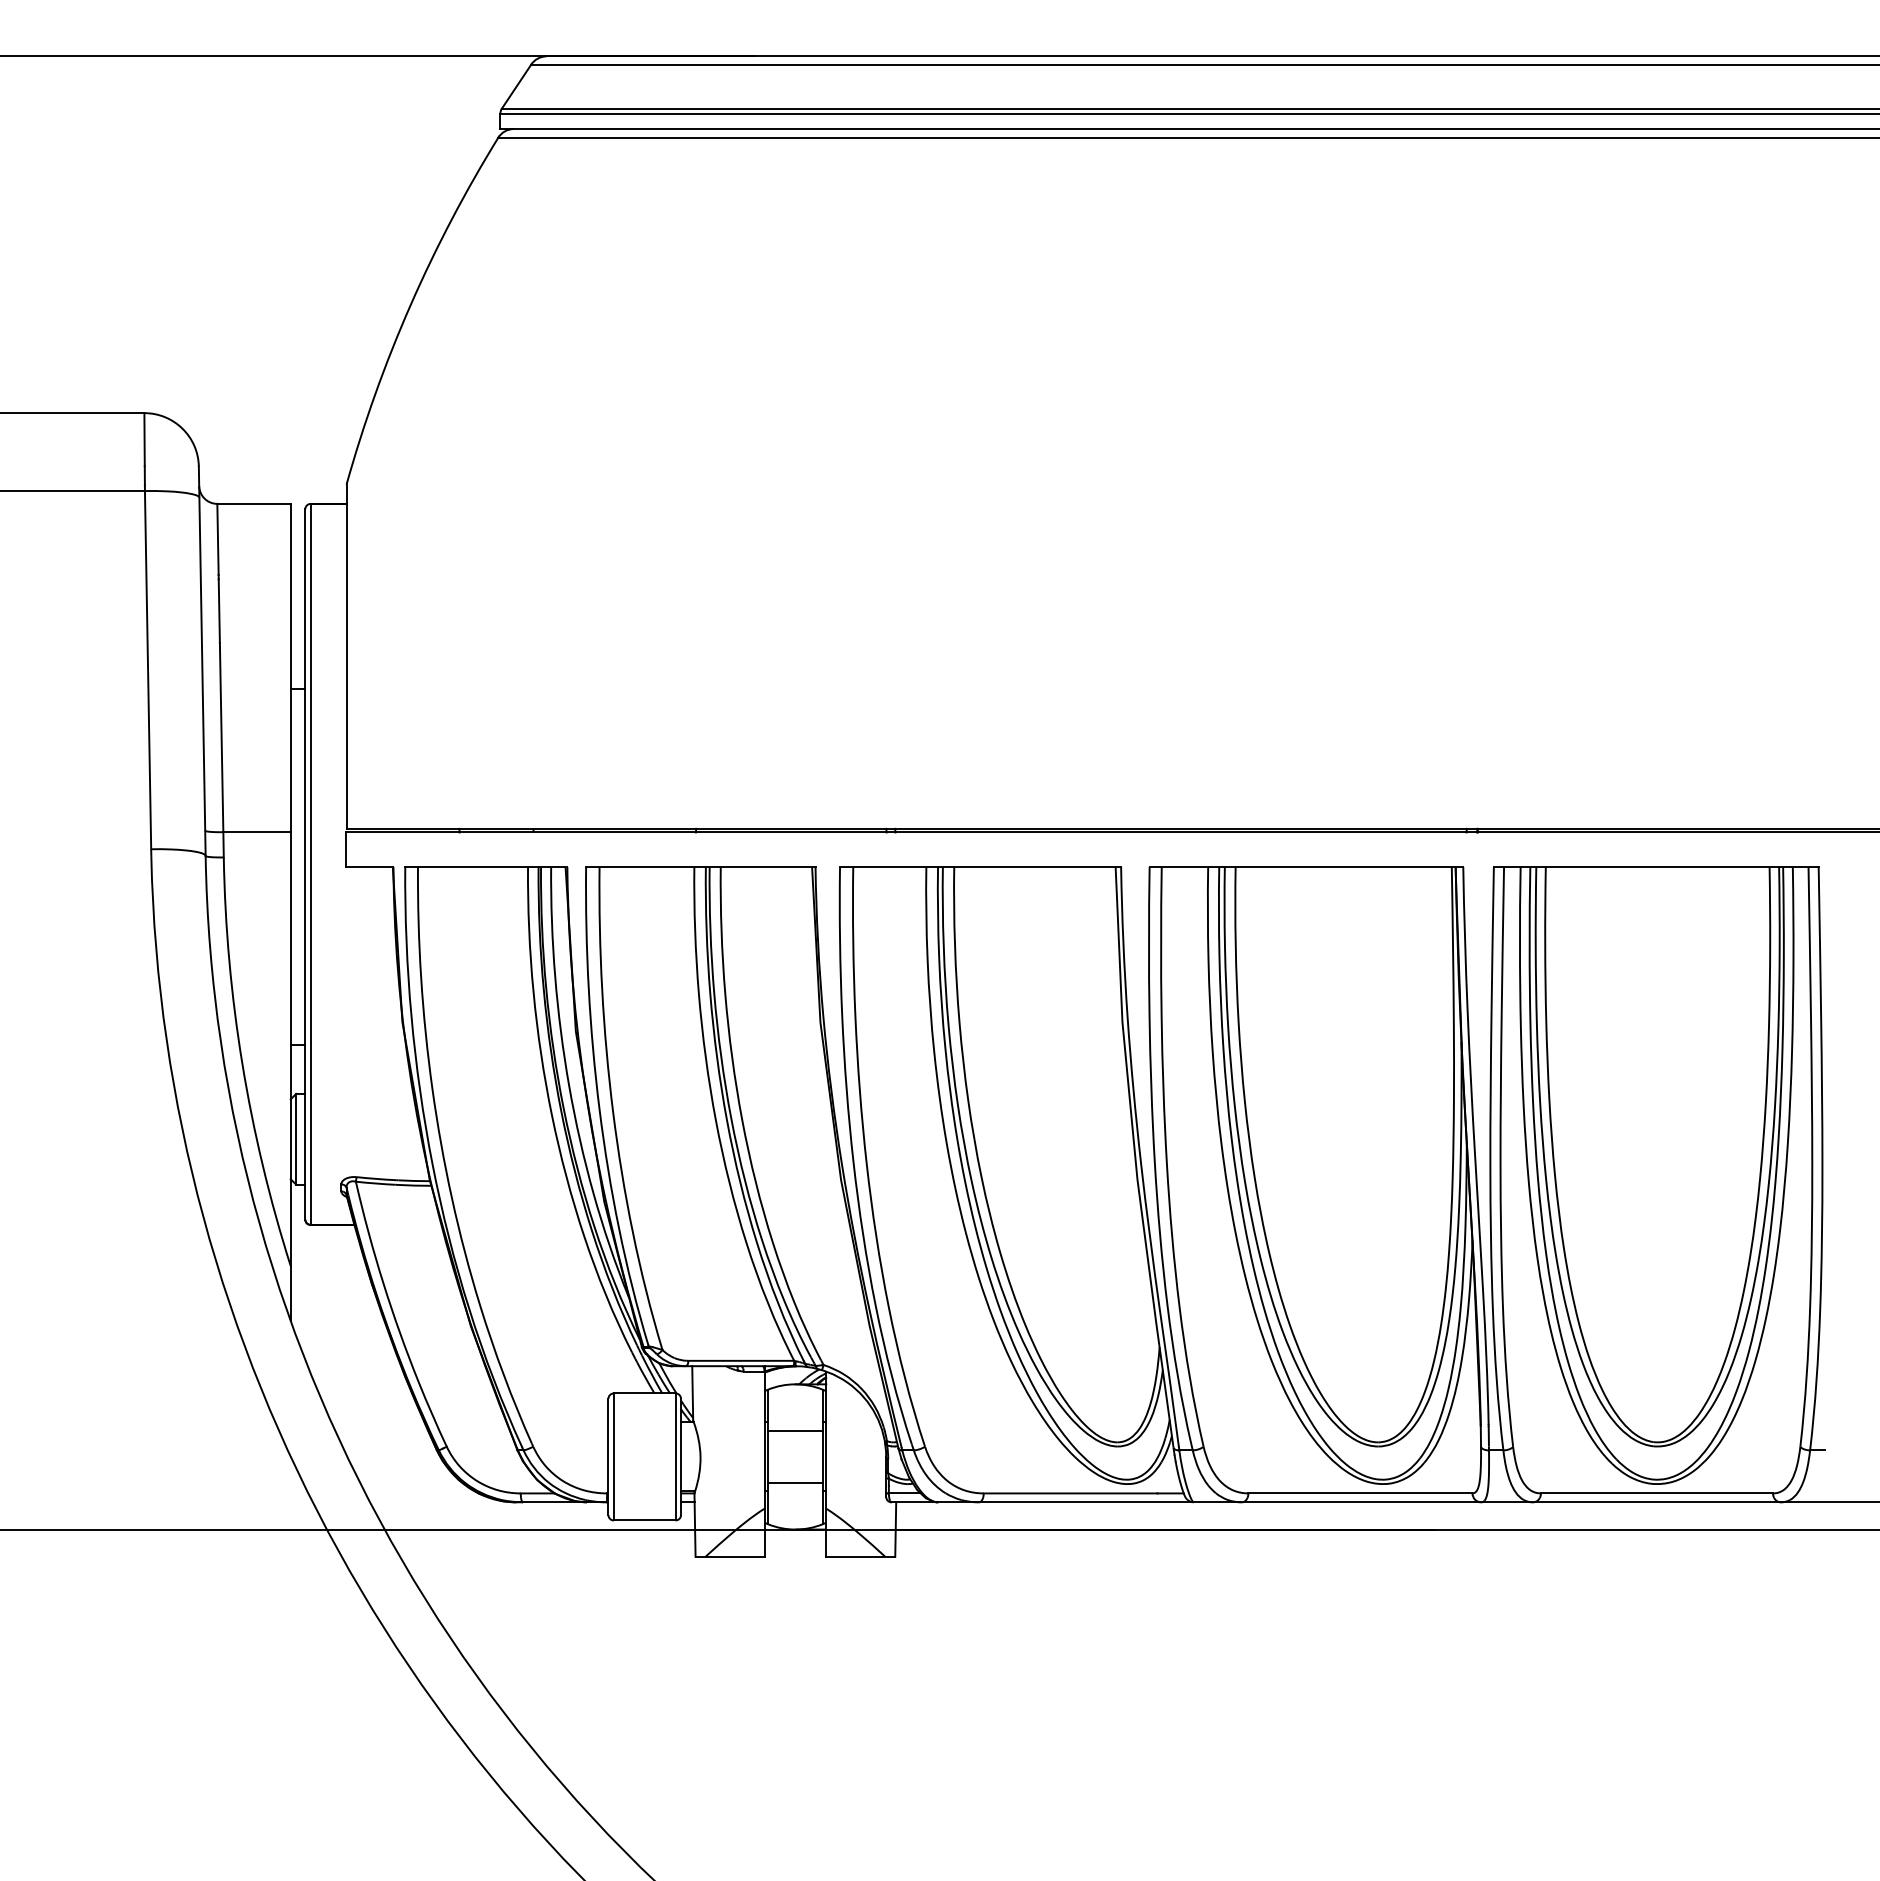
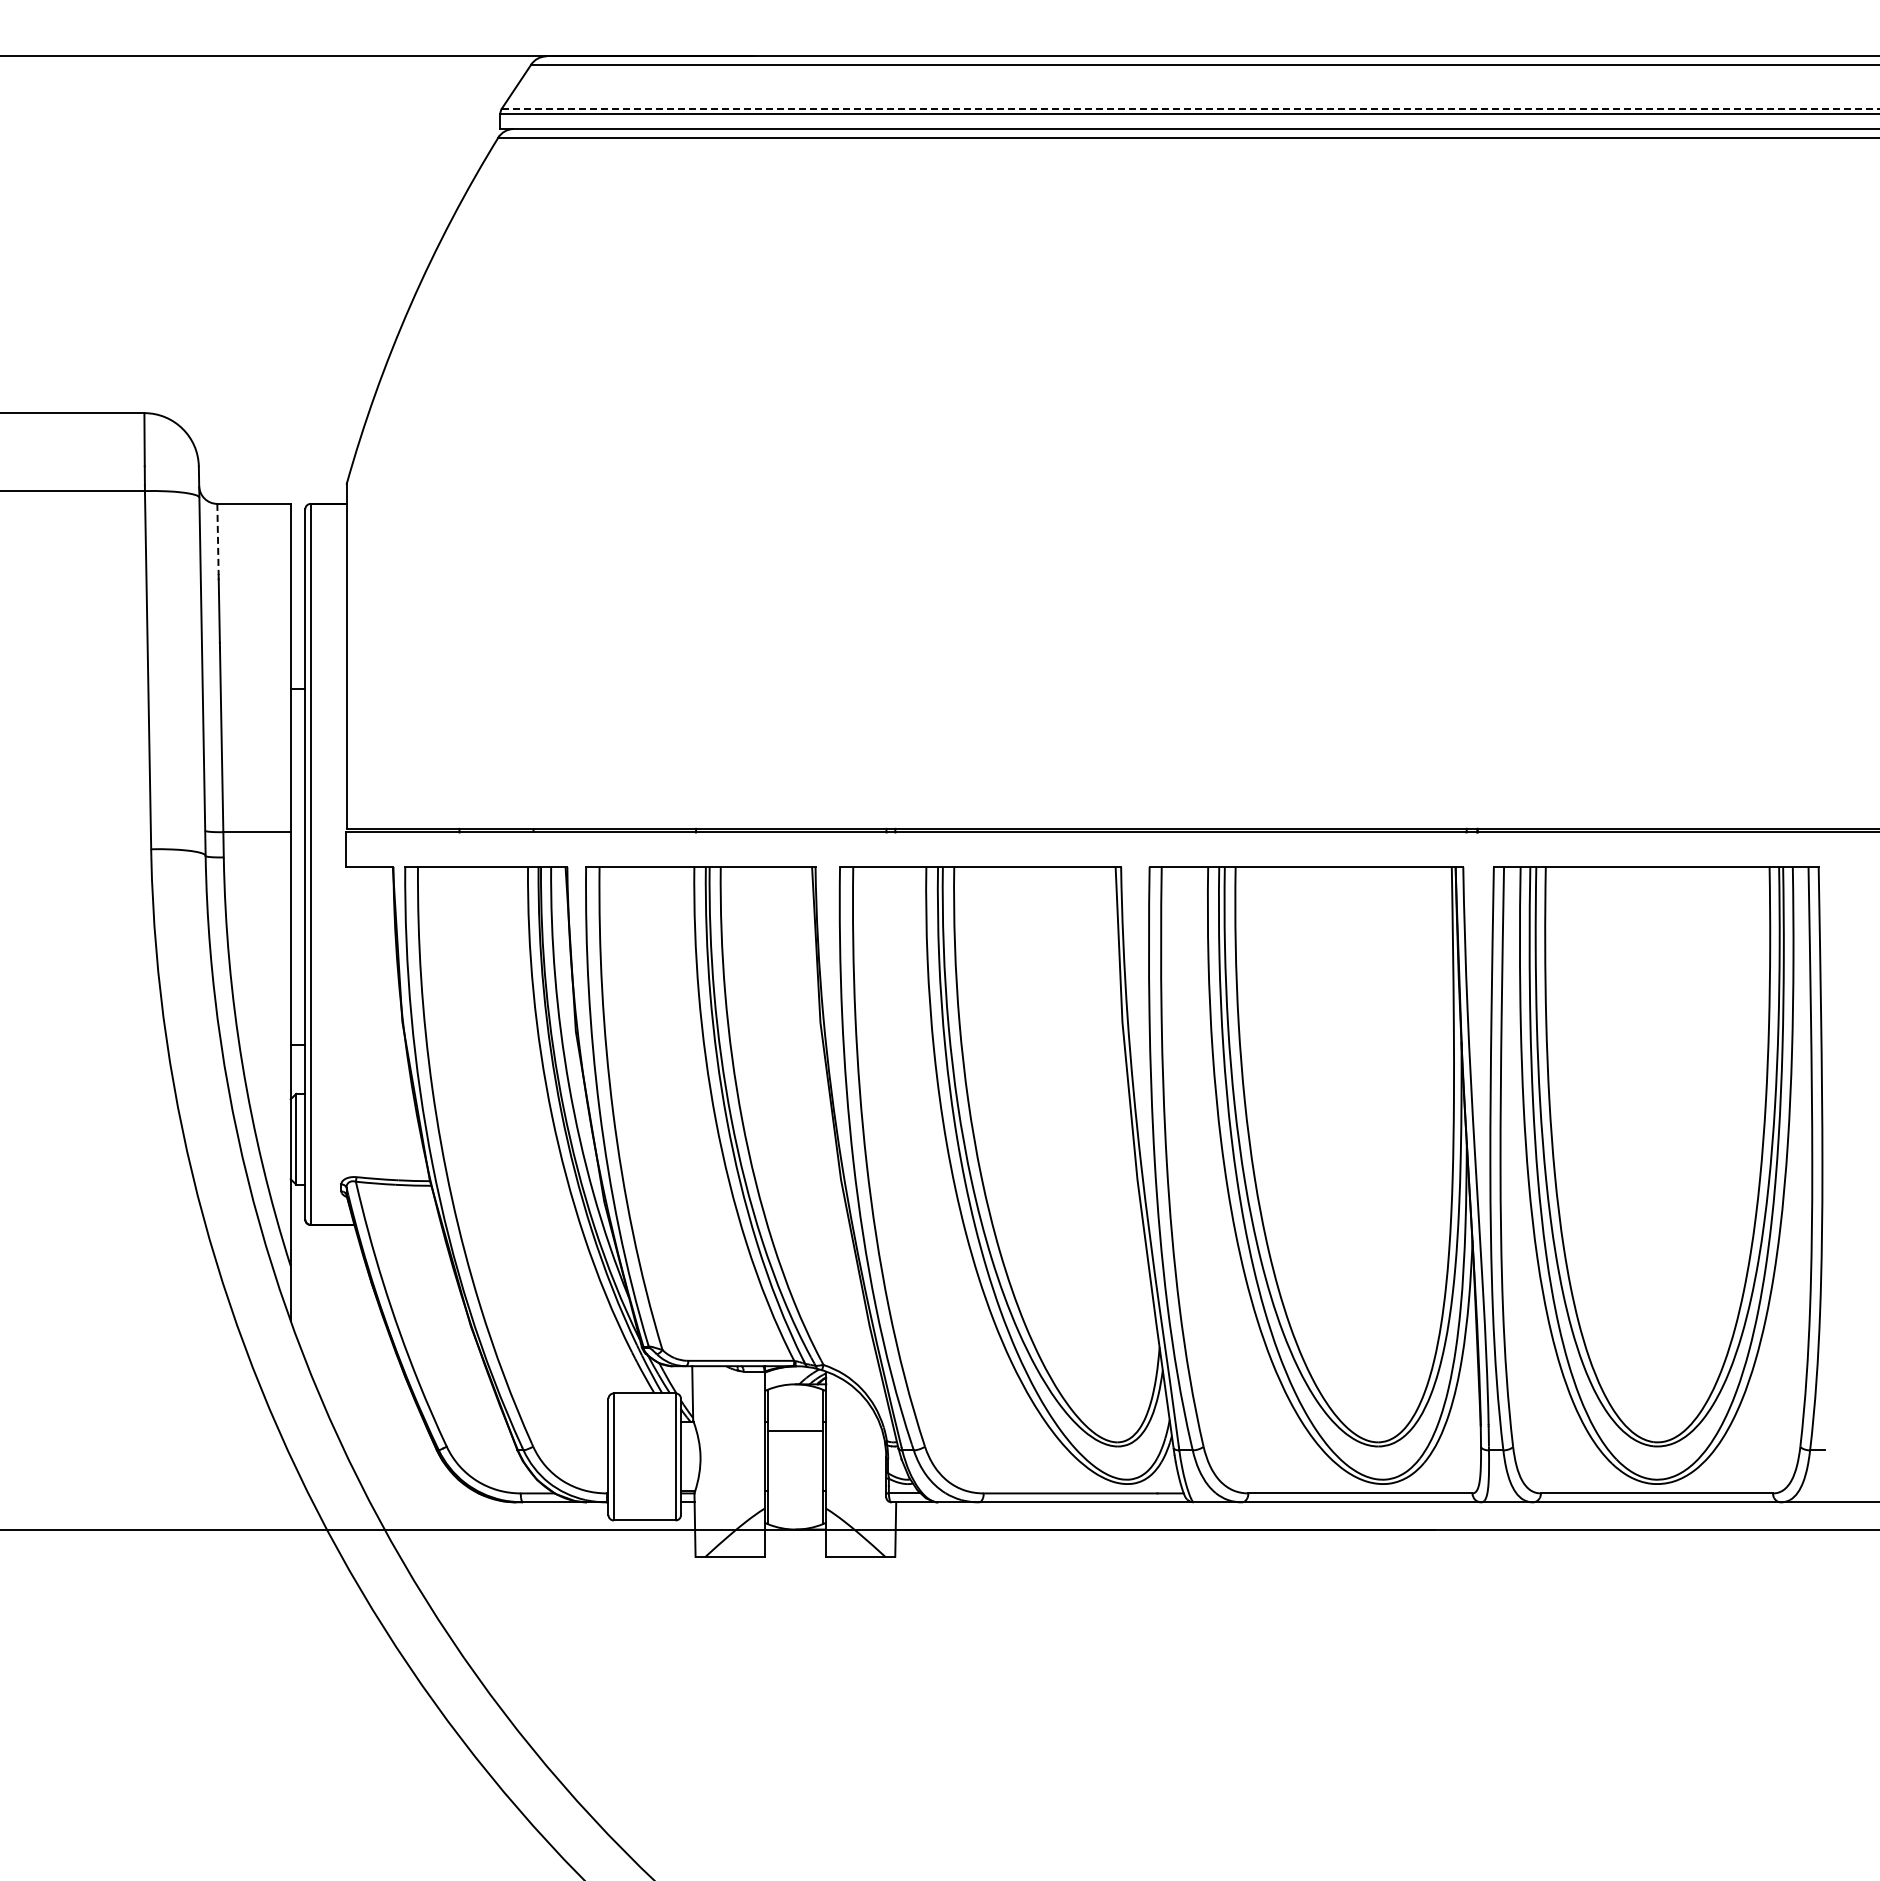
line at (1190, 108): solid -> dashed
line at (218, 539): solid -> dashed
line at (795, 1483): present -> none
